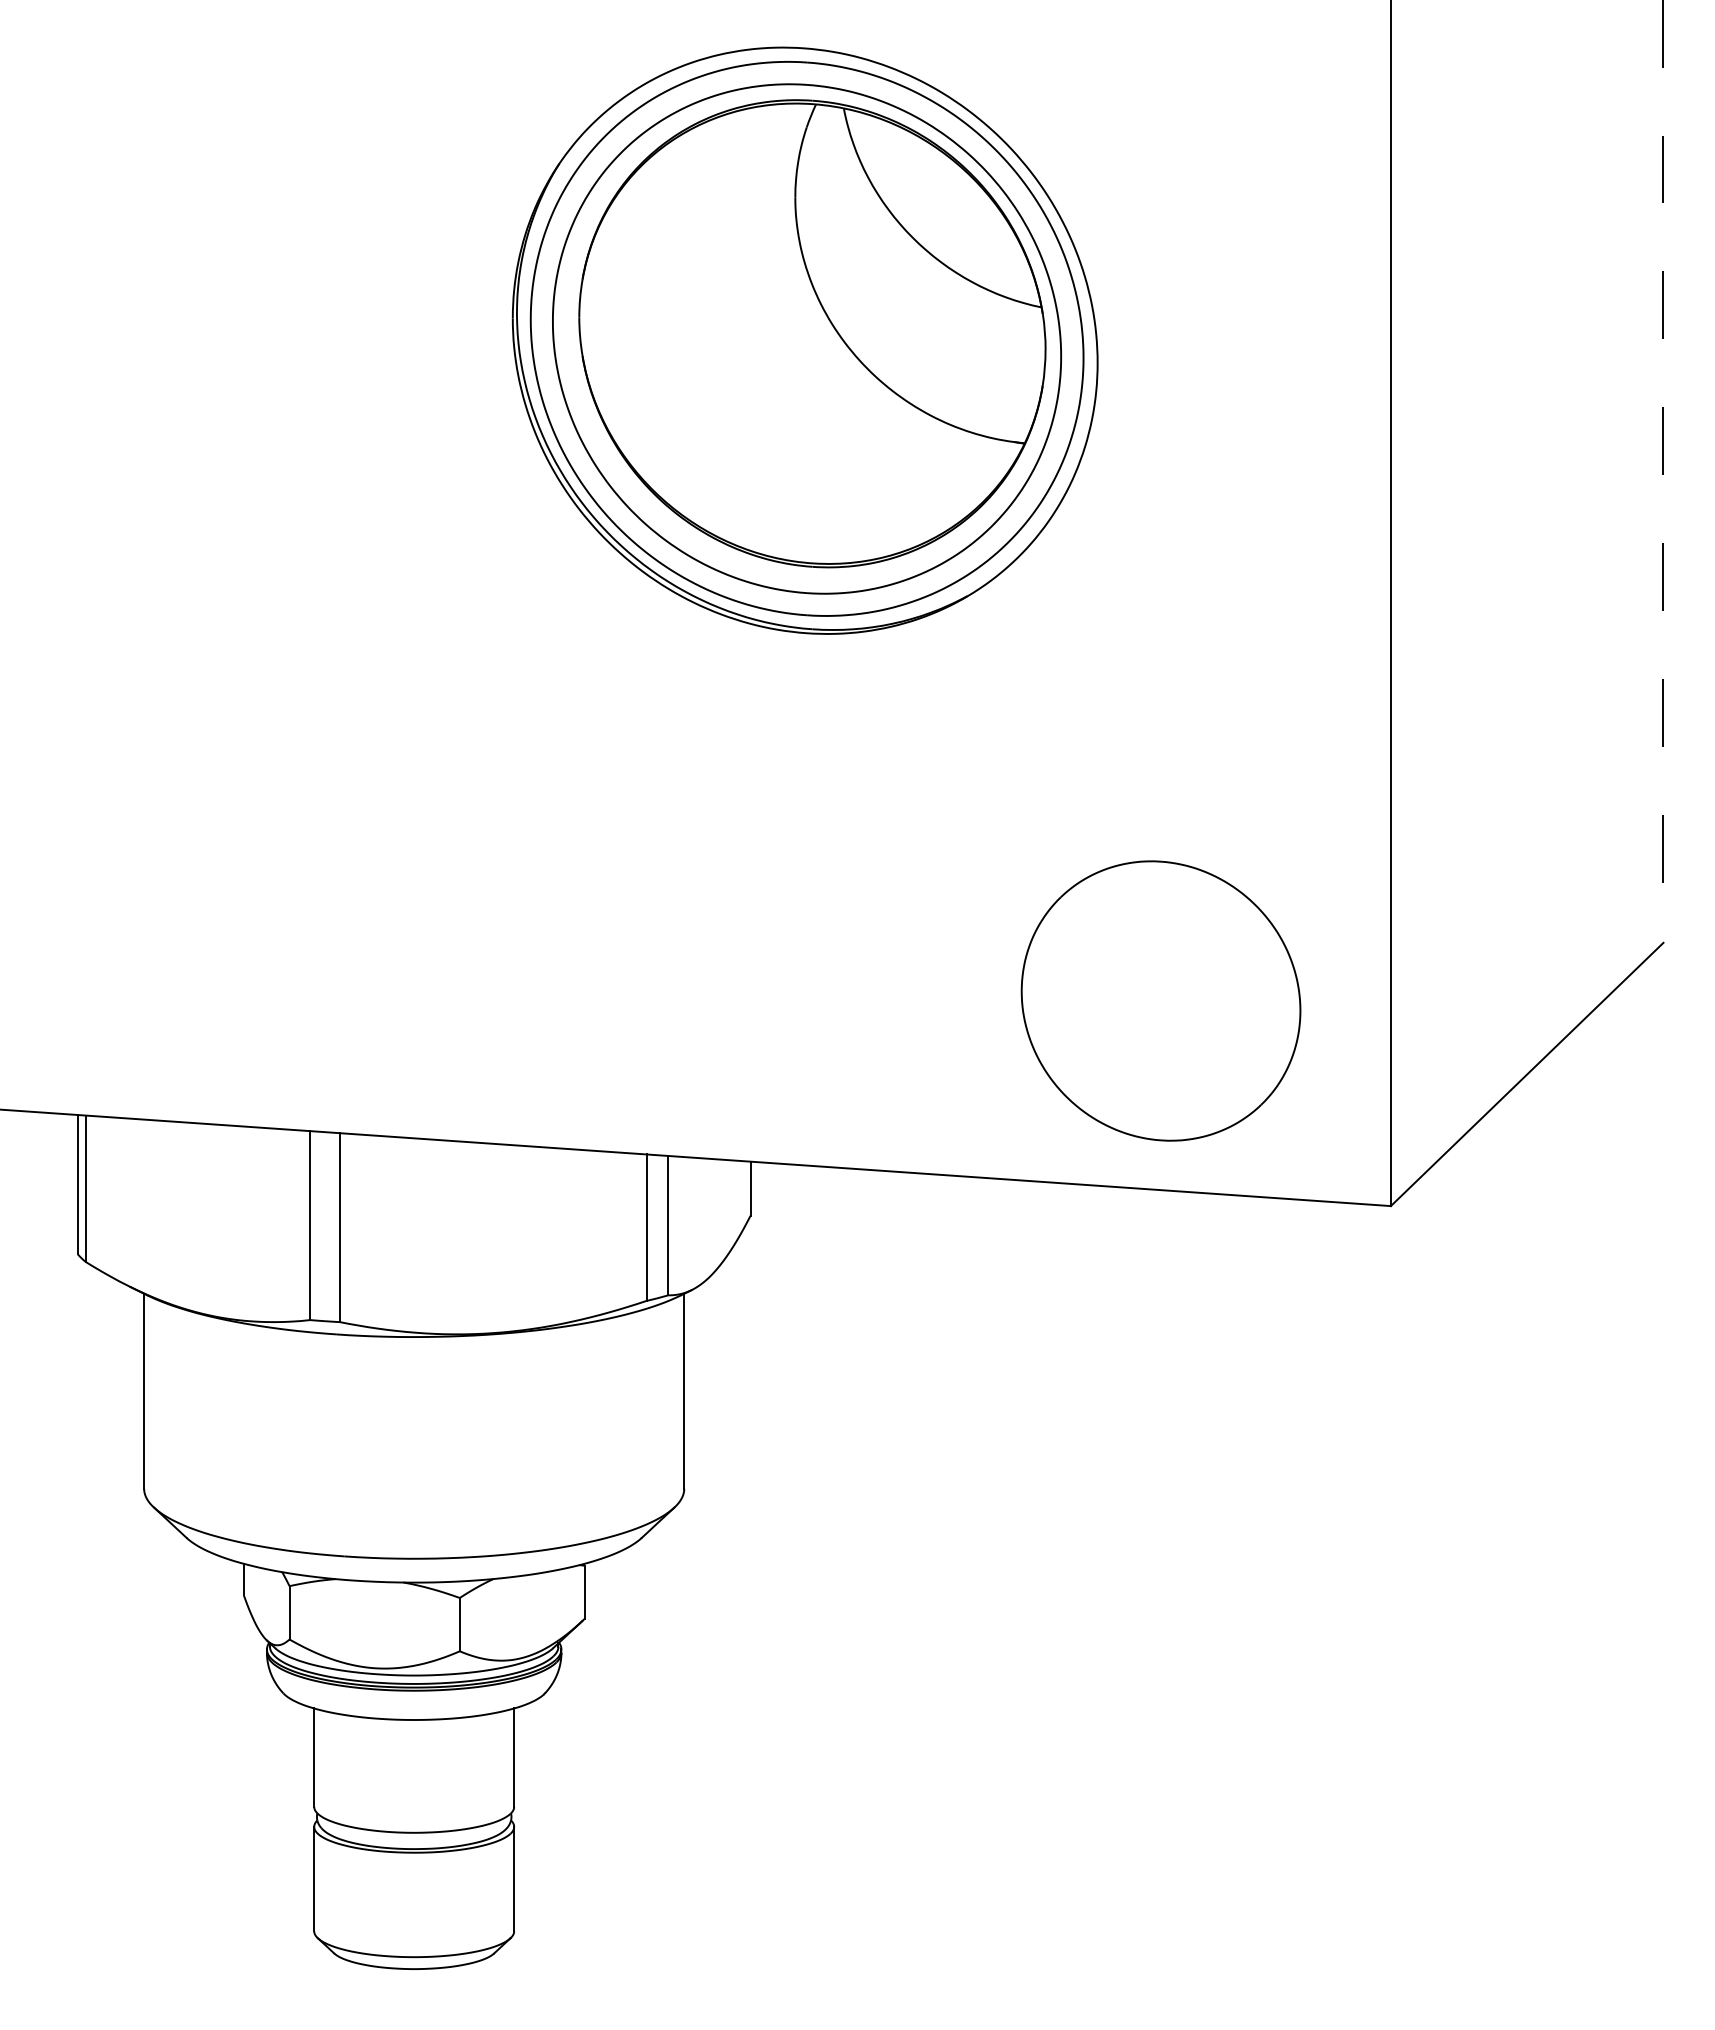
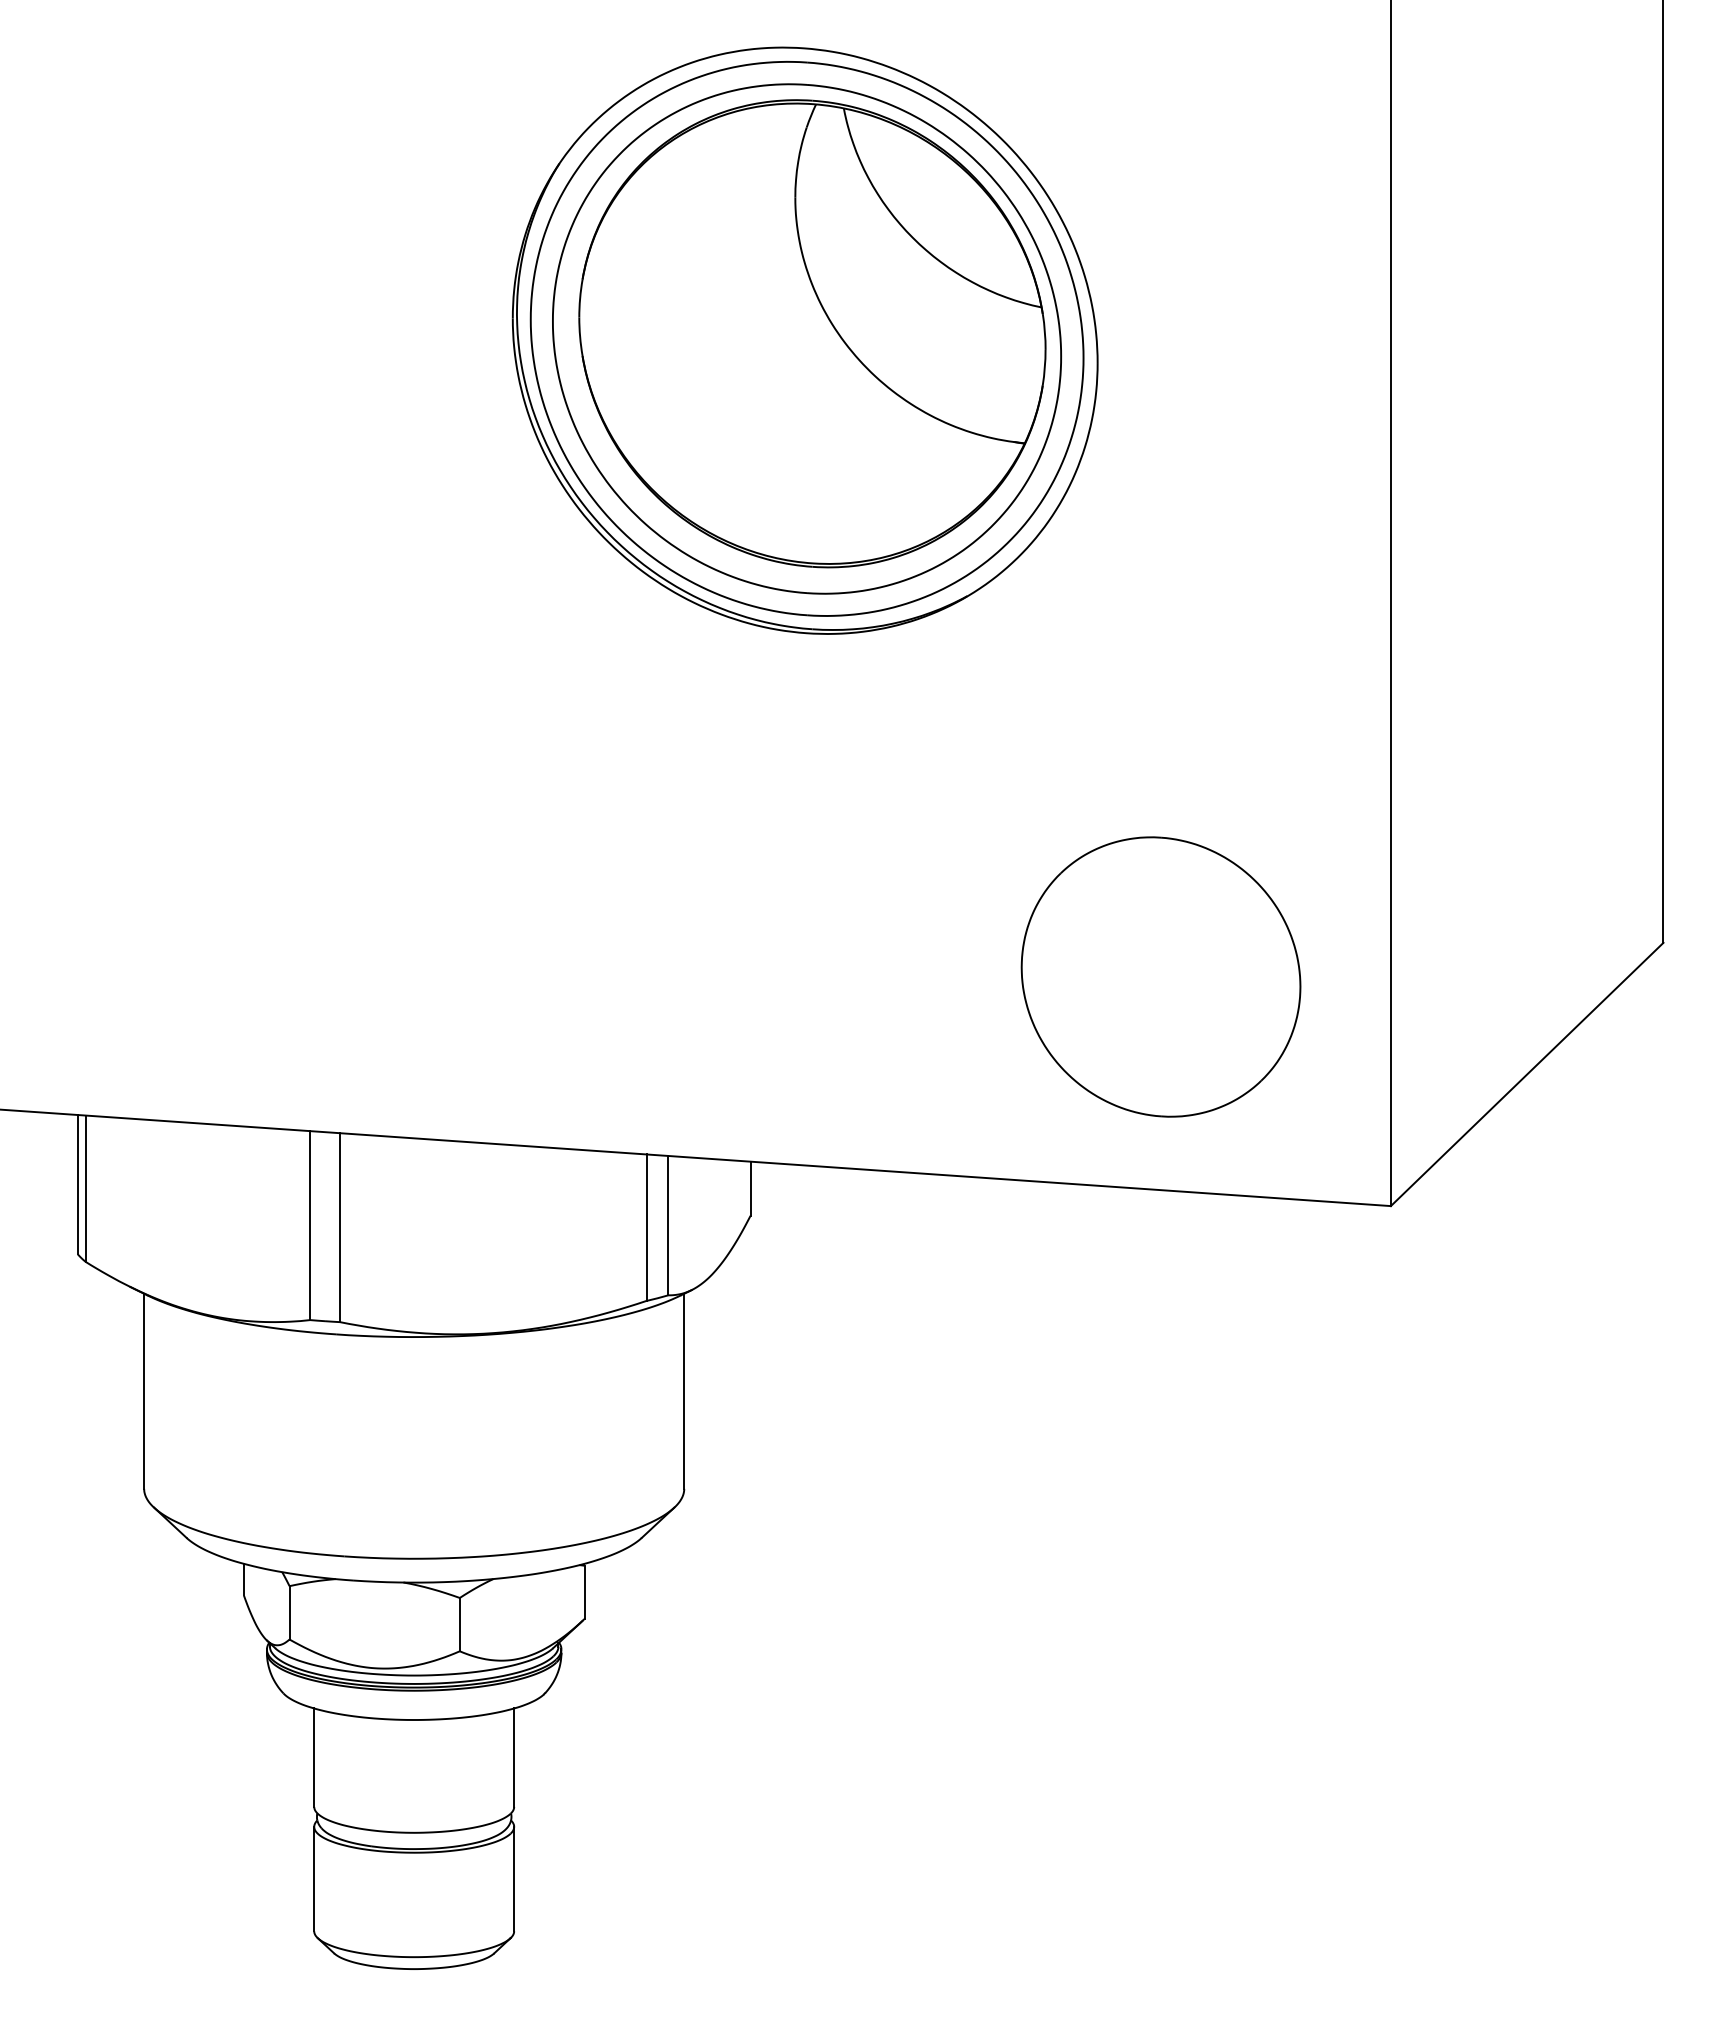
line at (1663, 471): dashed -> solid
part at (1160, 1000) position: (1160, 1000) -> (1160, 976)
